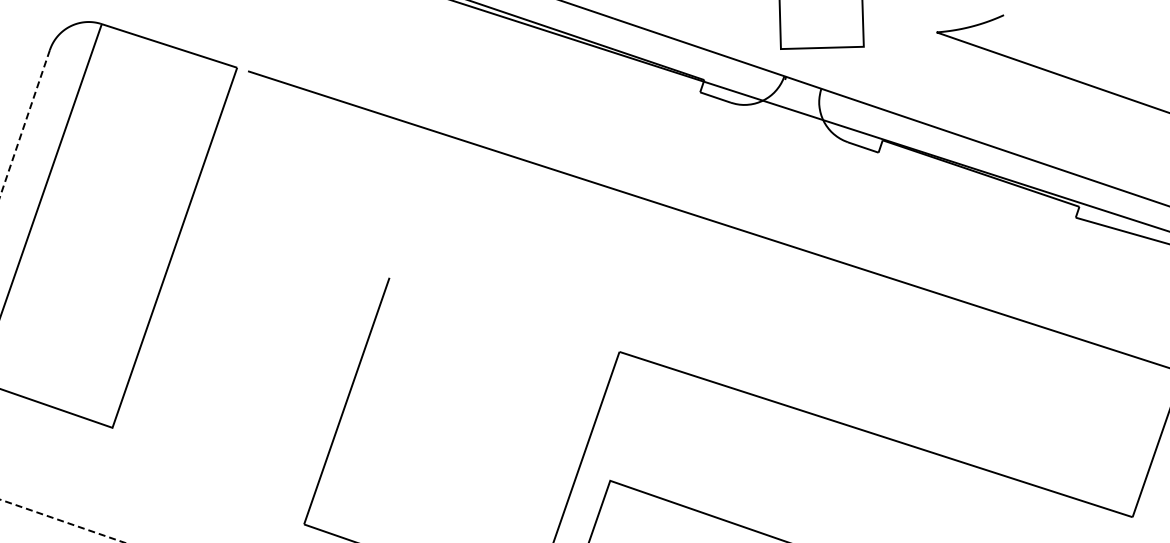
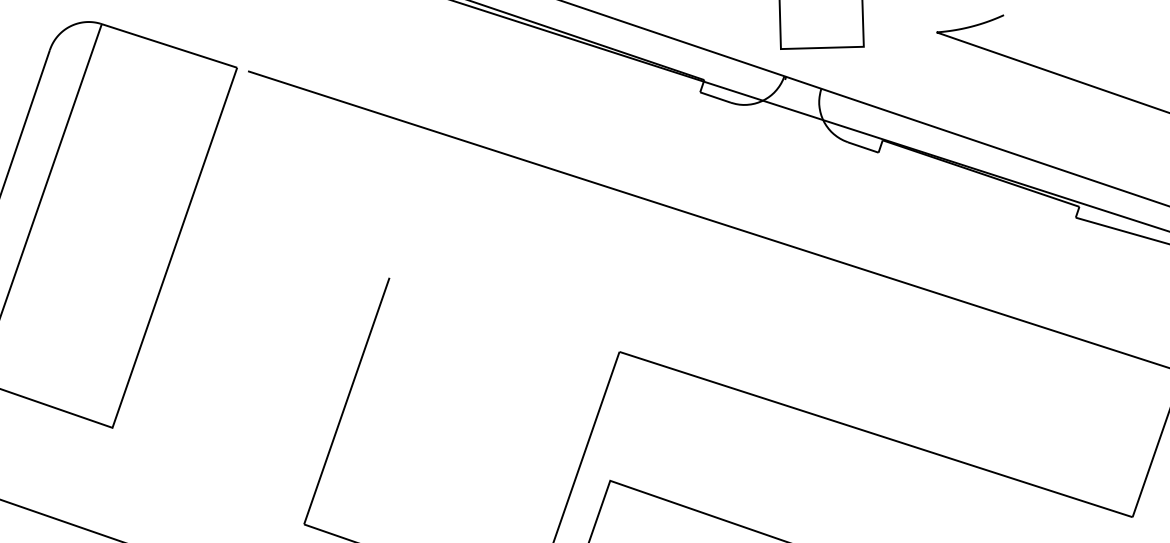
line at (24, 124): dashed -> solid
line at (62, 521): dashed -> solid
